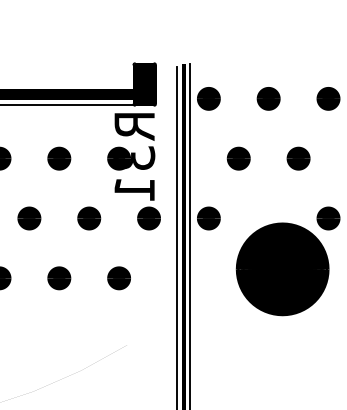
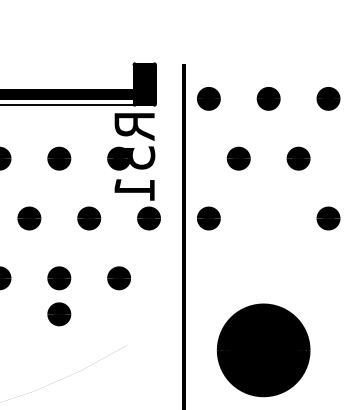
text at (139, 157): R31 -> R51
line at (190, 234): present -> none
line at (177, 236): present -> none
part at (282, 269) position: (282, 269) -> (263, 350)
part at (59, 314): none -> present
